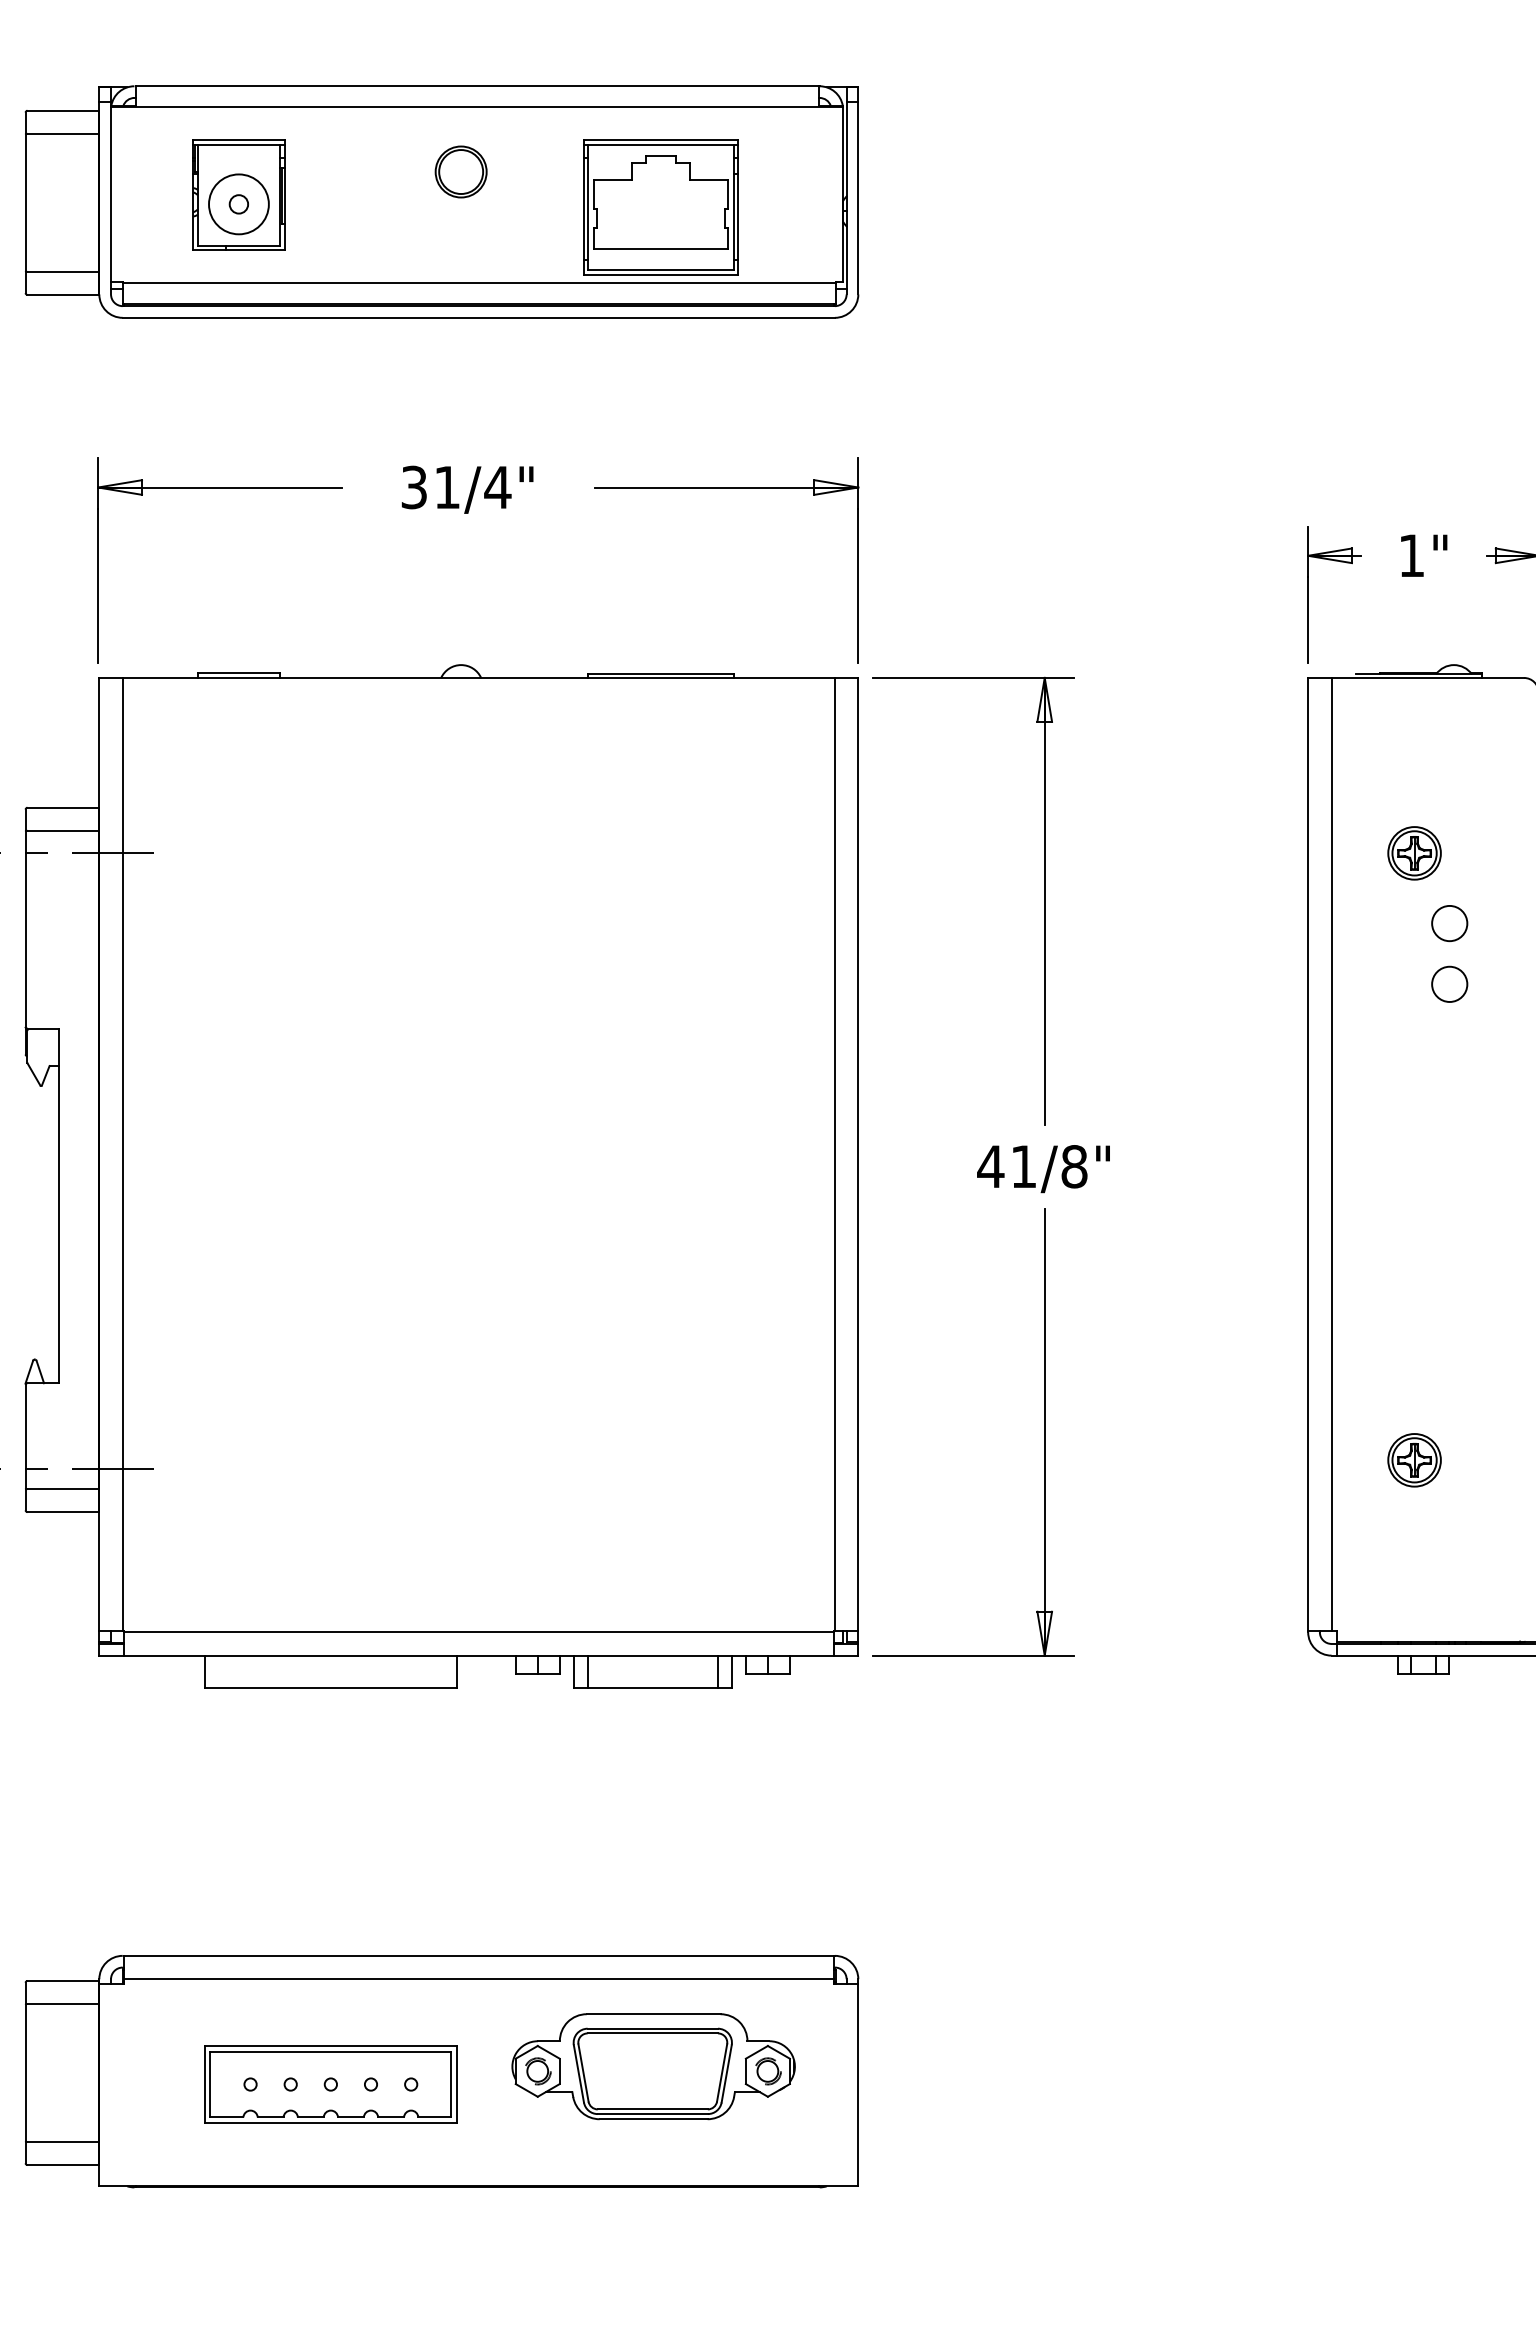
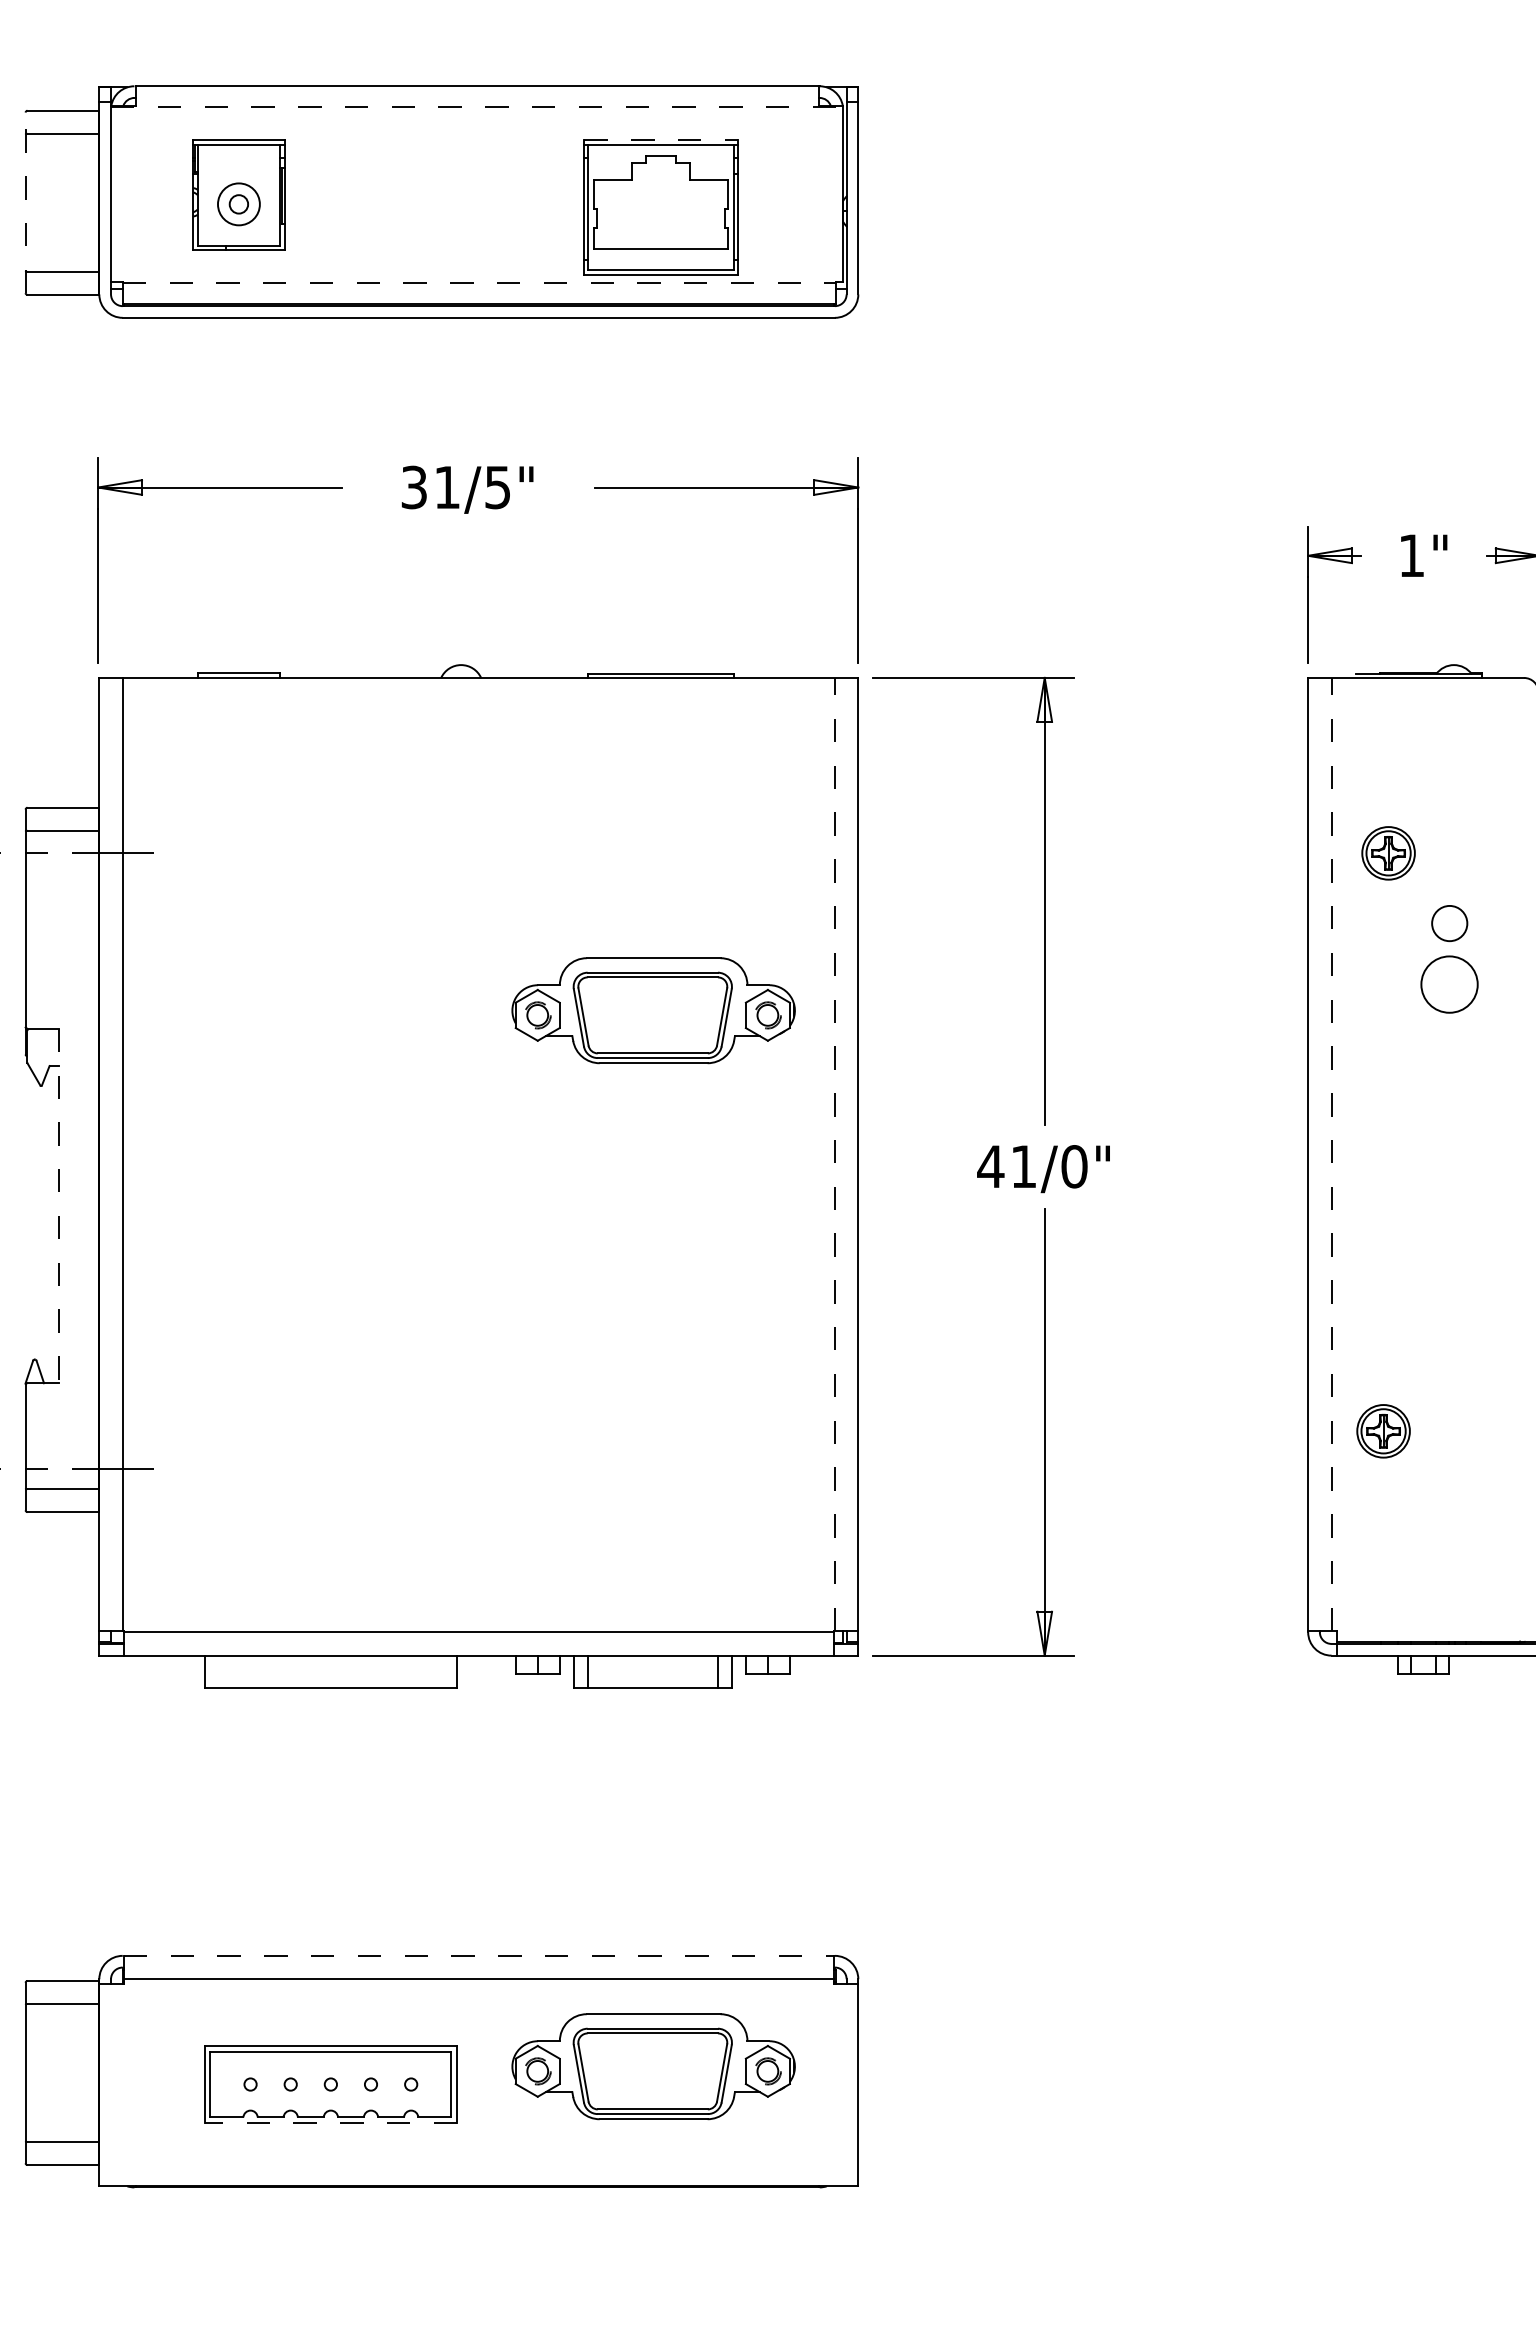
line at (477, 107): solid -> dashed
line at (661, 140): solid -> dashed
part at (460, 171): present -> none
line at (25, 202): solid -> dashed
circle at (238, 204) diameter: 60 px -> 42 px
line at (479, 282): solid -> dashed
text at (497, 487): 31/4" -> 31/5"
part at (1414, 853) position: (1414, 853) -> (1388, 853)
circle at (1449, 983) size: 38x38 px -> 59x59 px
part at (653, 1010): none -> present
line at (834, 1154): solid -> dashed
line at (1331, 1154): solid -> dashed
text at (1074, 1166): 41/8" -> 41/0"
line at (58, 1206): solid -> dashed
part at (1414, 1460) position: (1414, 1460) -> (1383, 1431)
line at (479, 1955): solid -> dashed
line at (330, 2123): solid -> dashed
